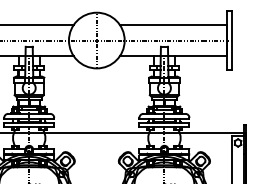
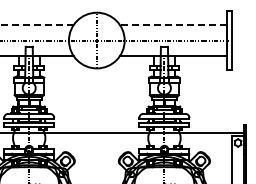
line at (36, 25): solid -> dashed
line at (172, 25): solid -> dashed
